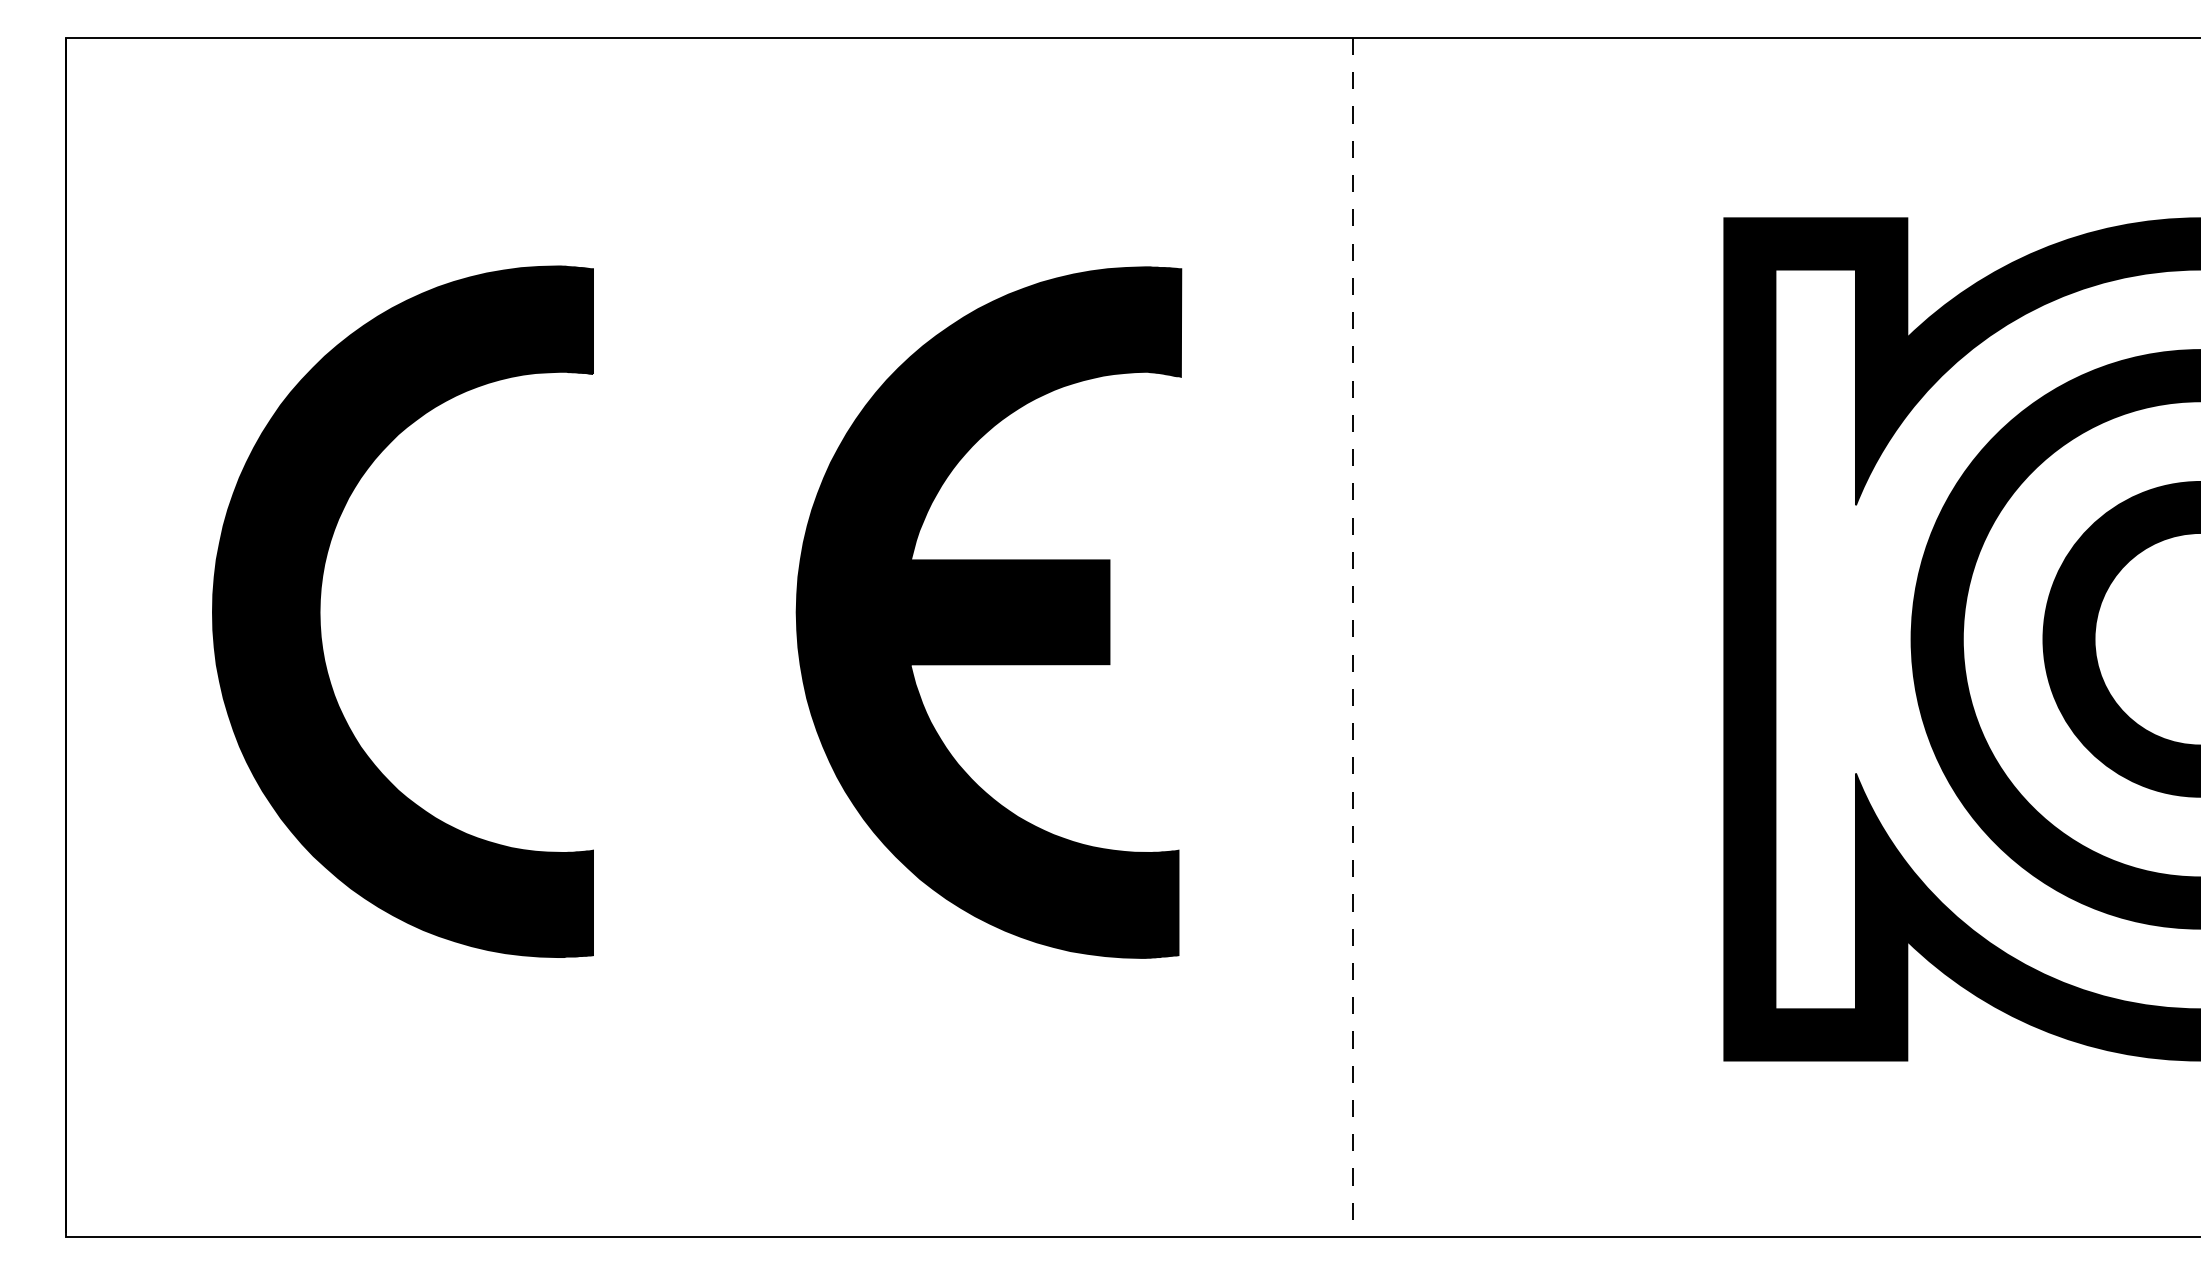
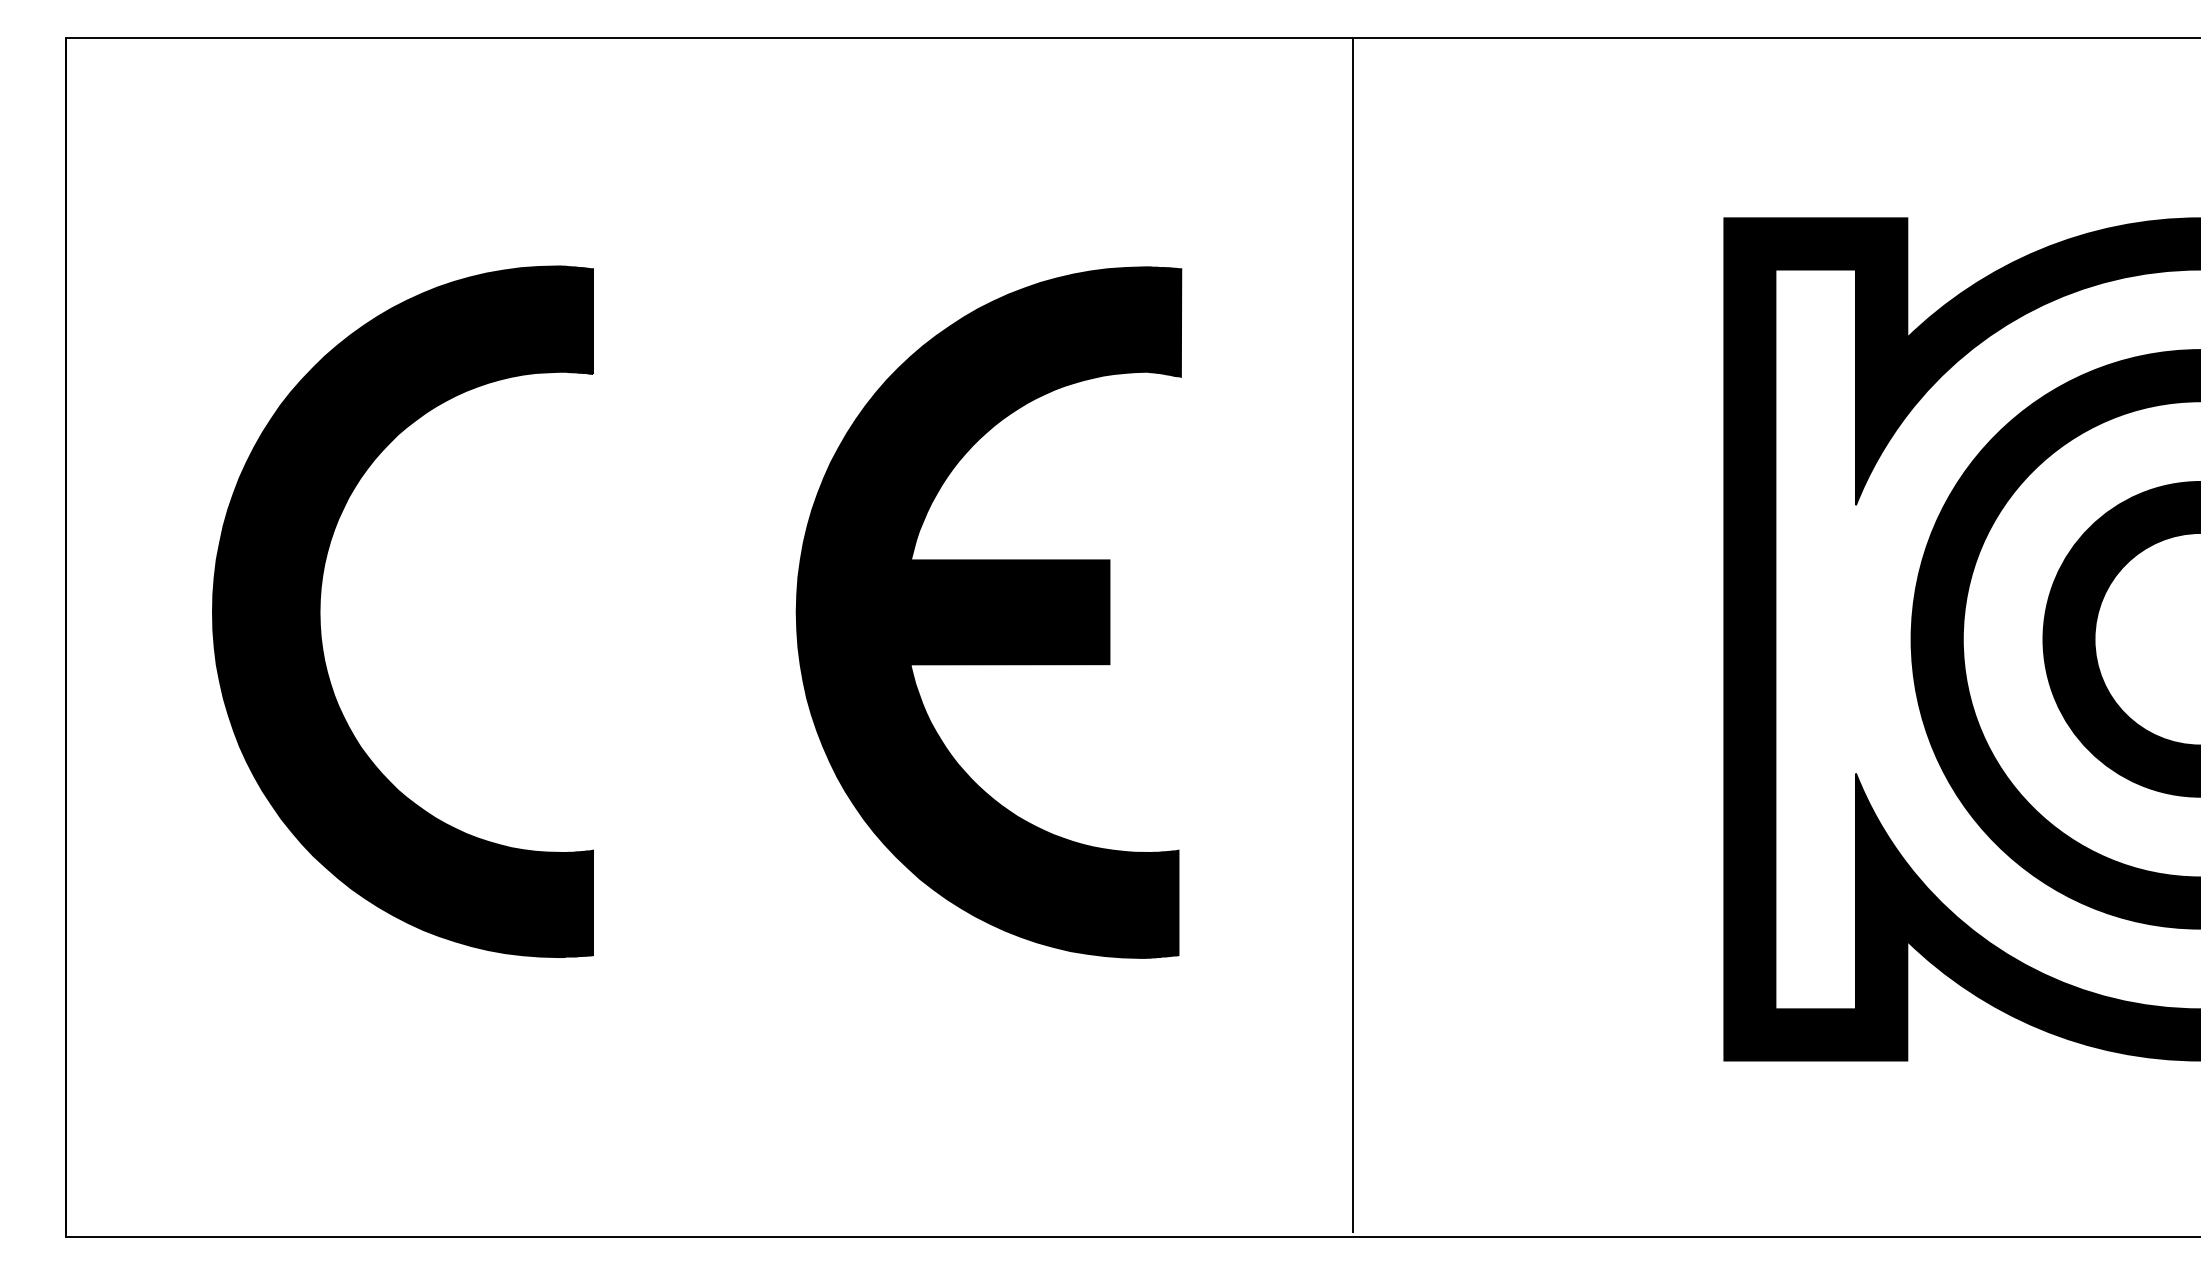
line at (1352, 635): dashed -> solid
